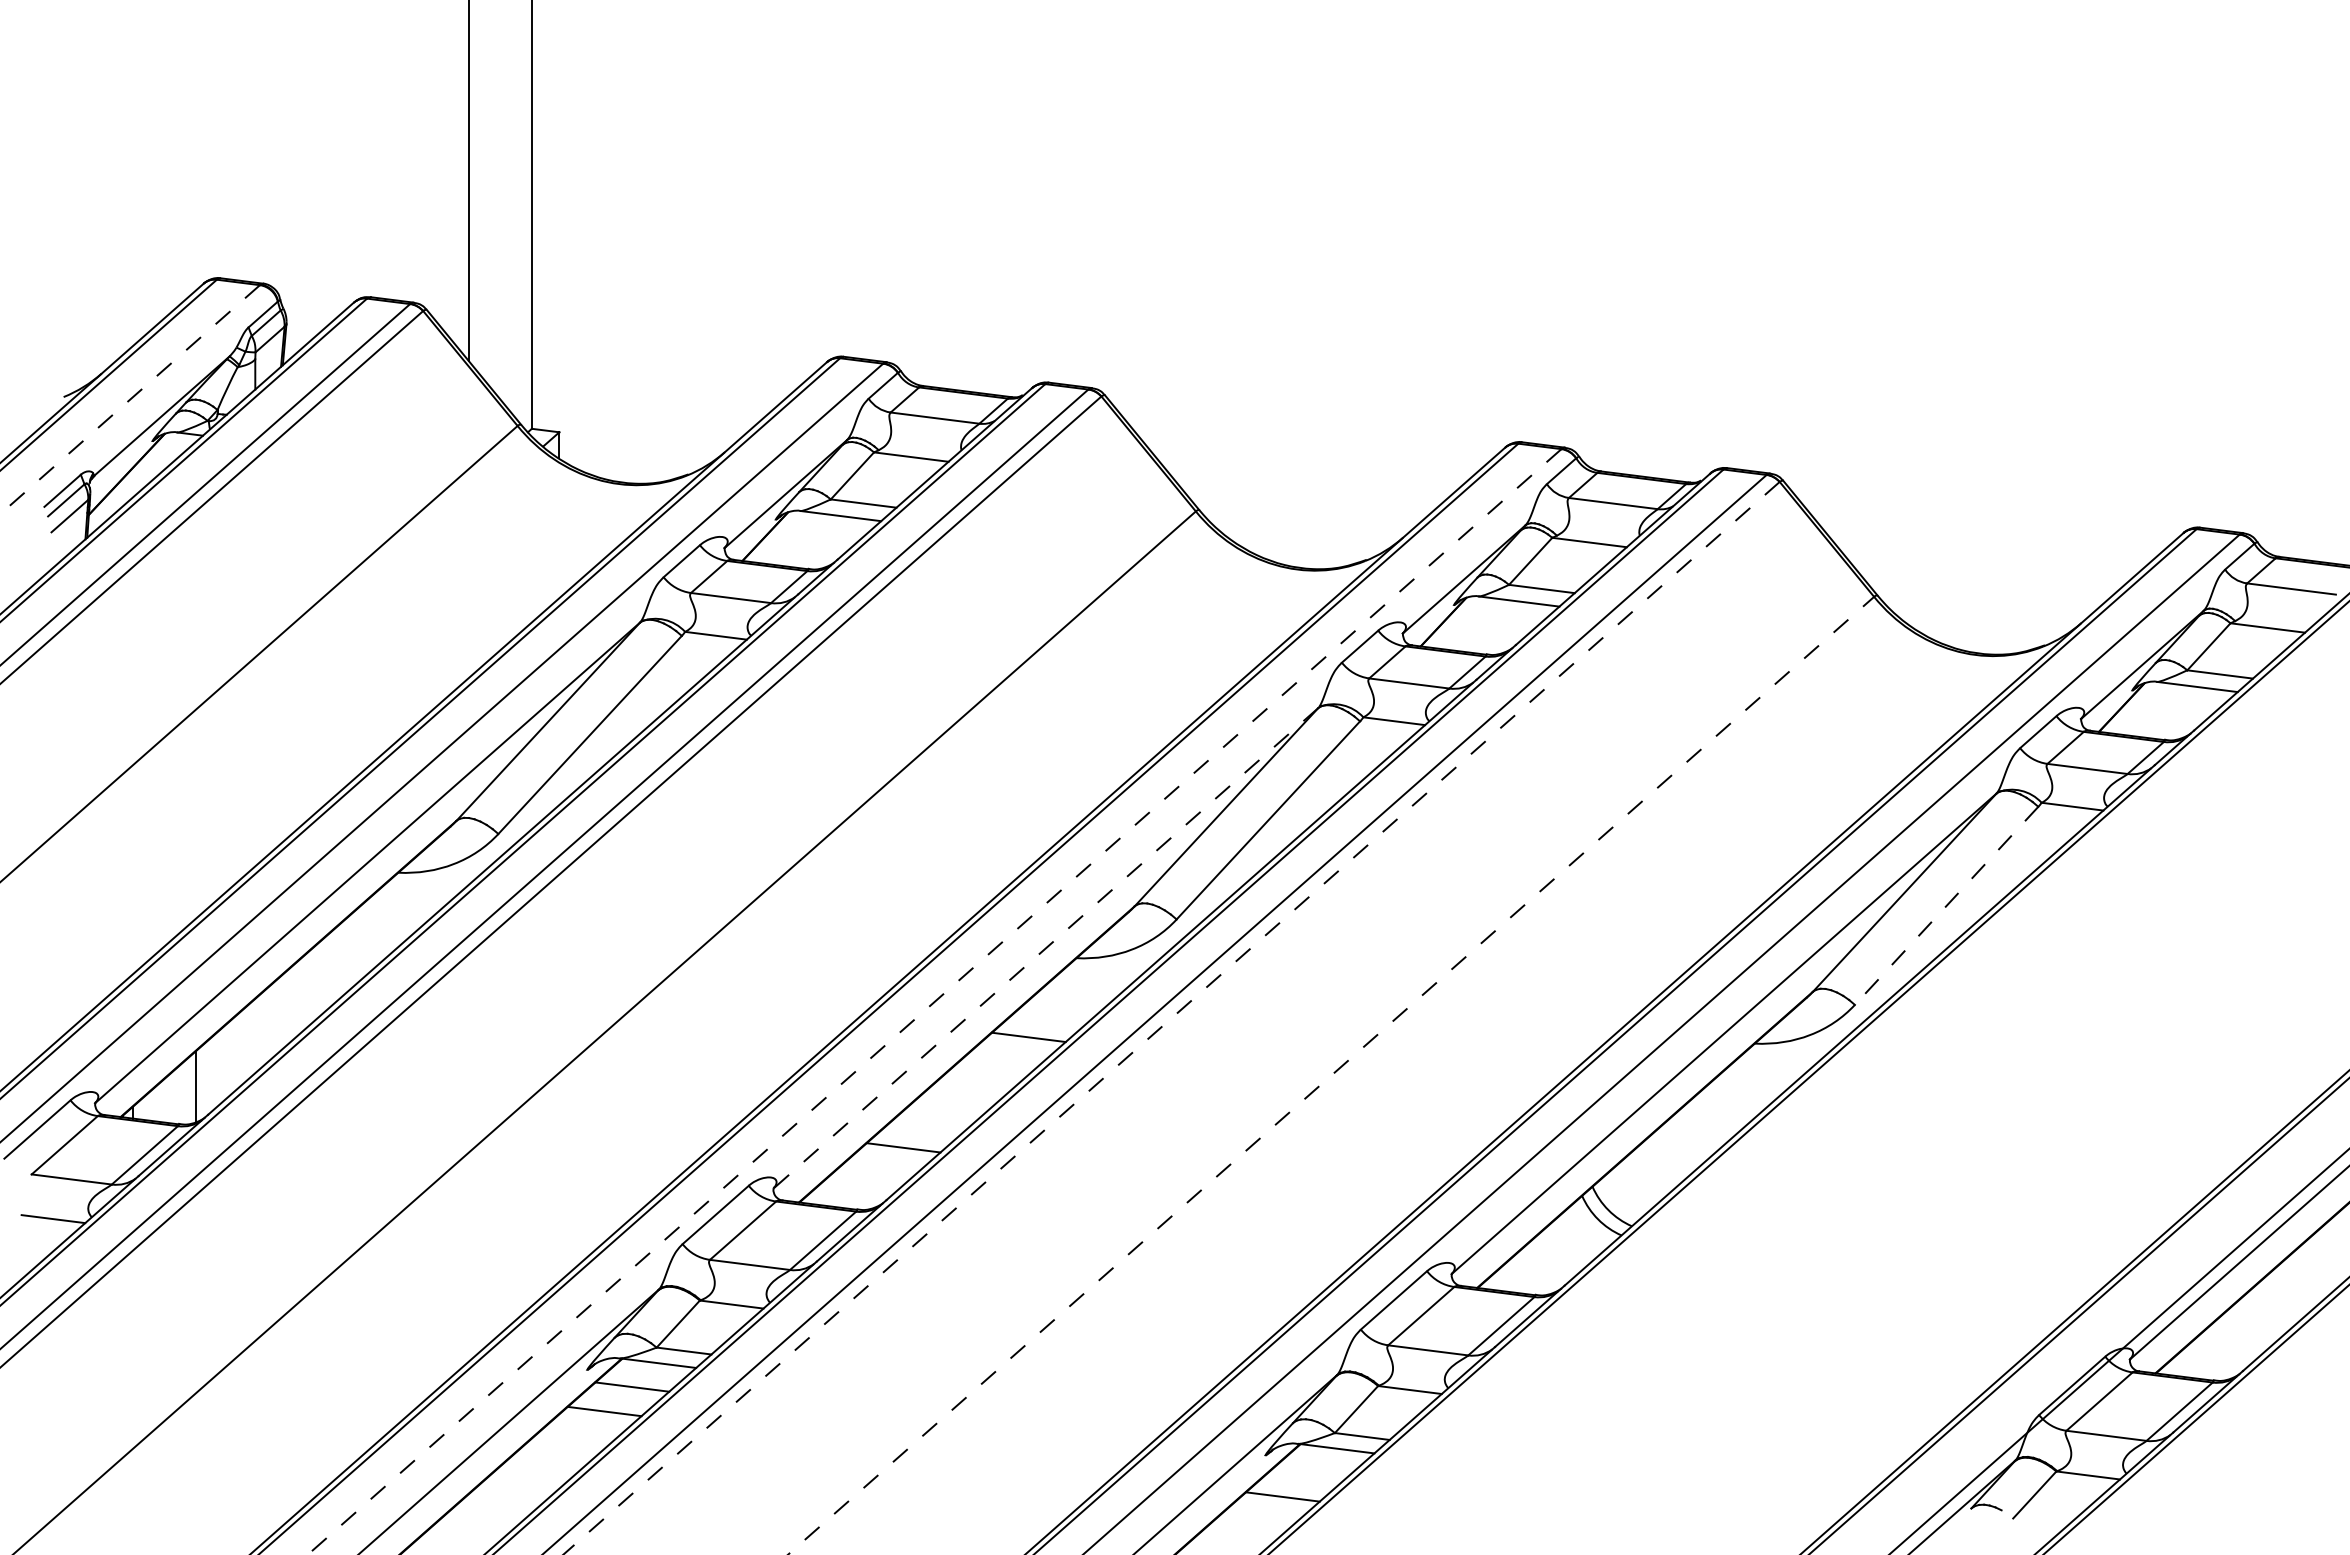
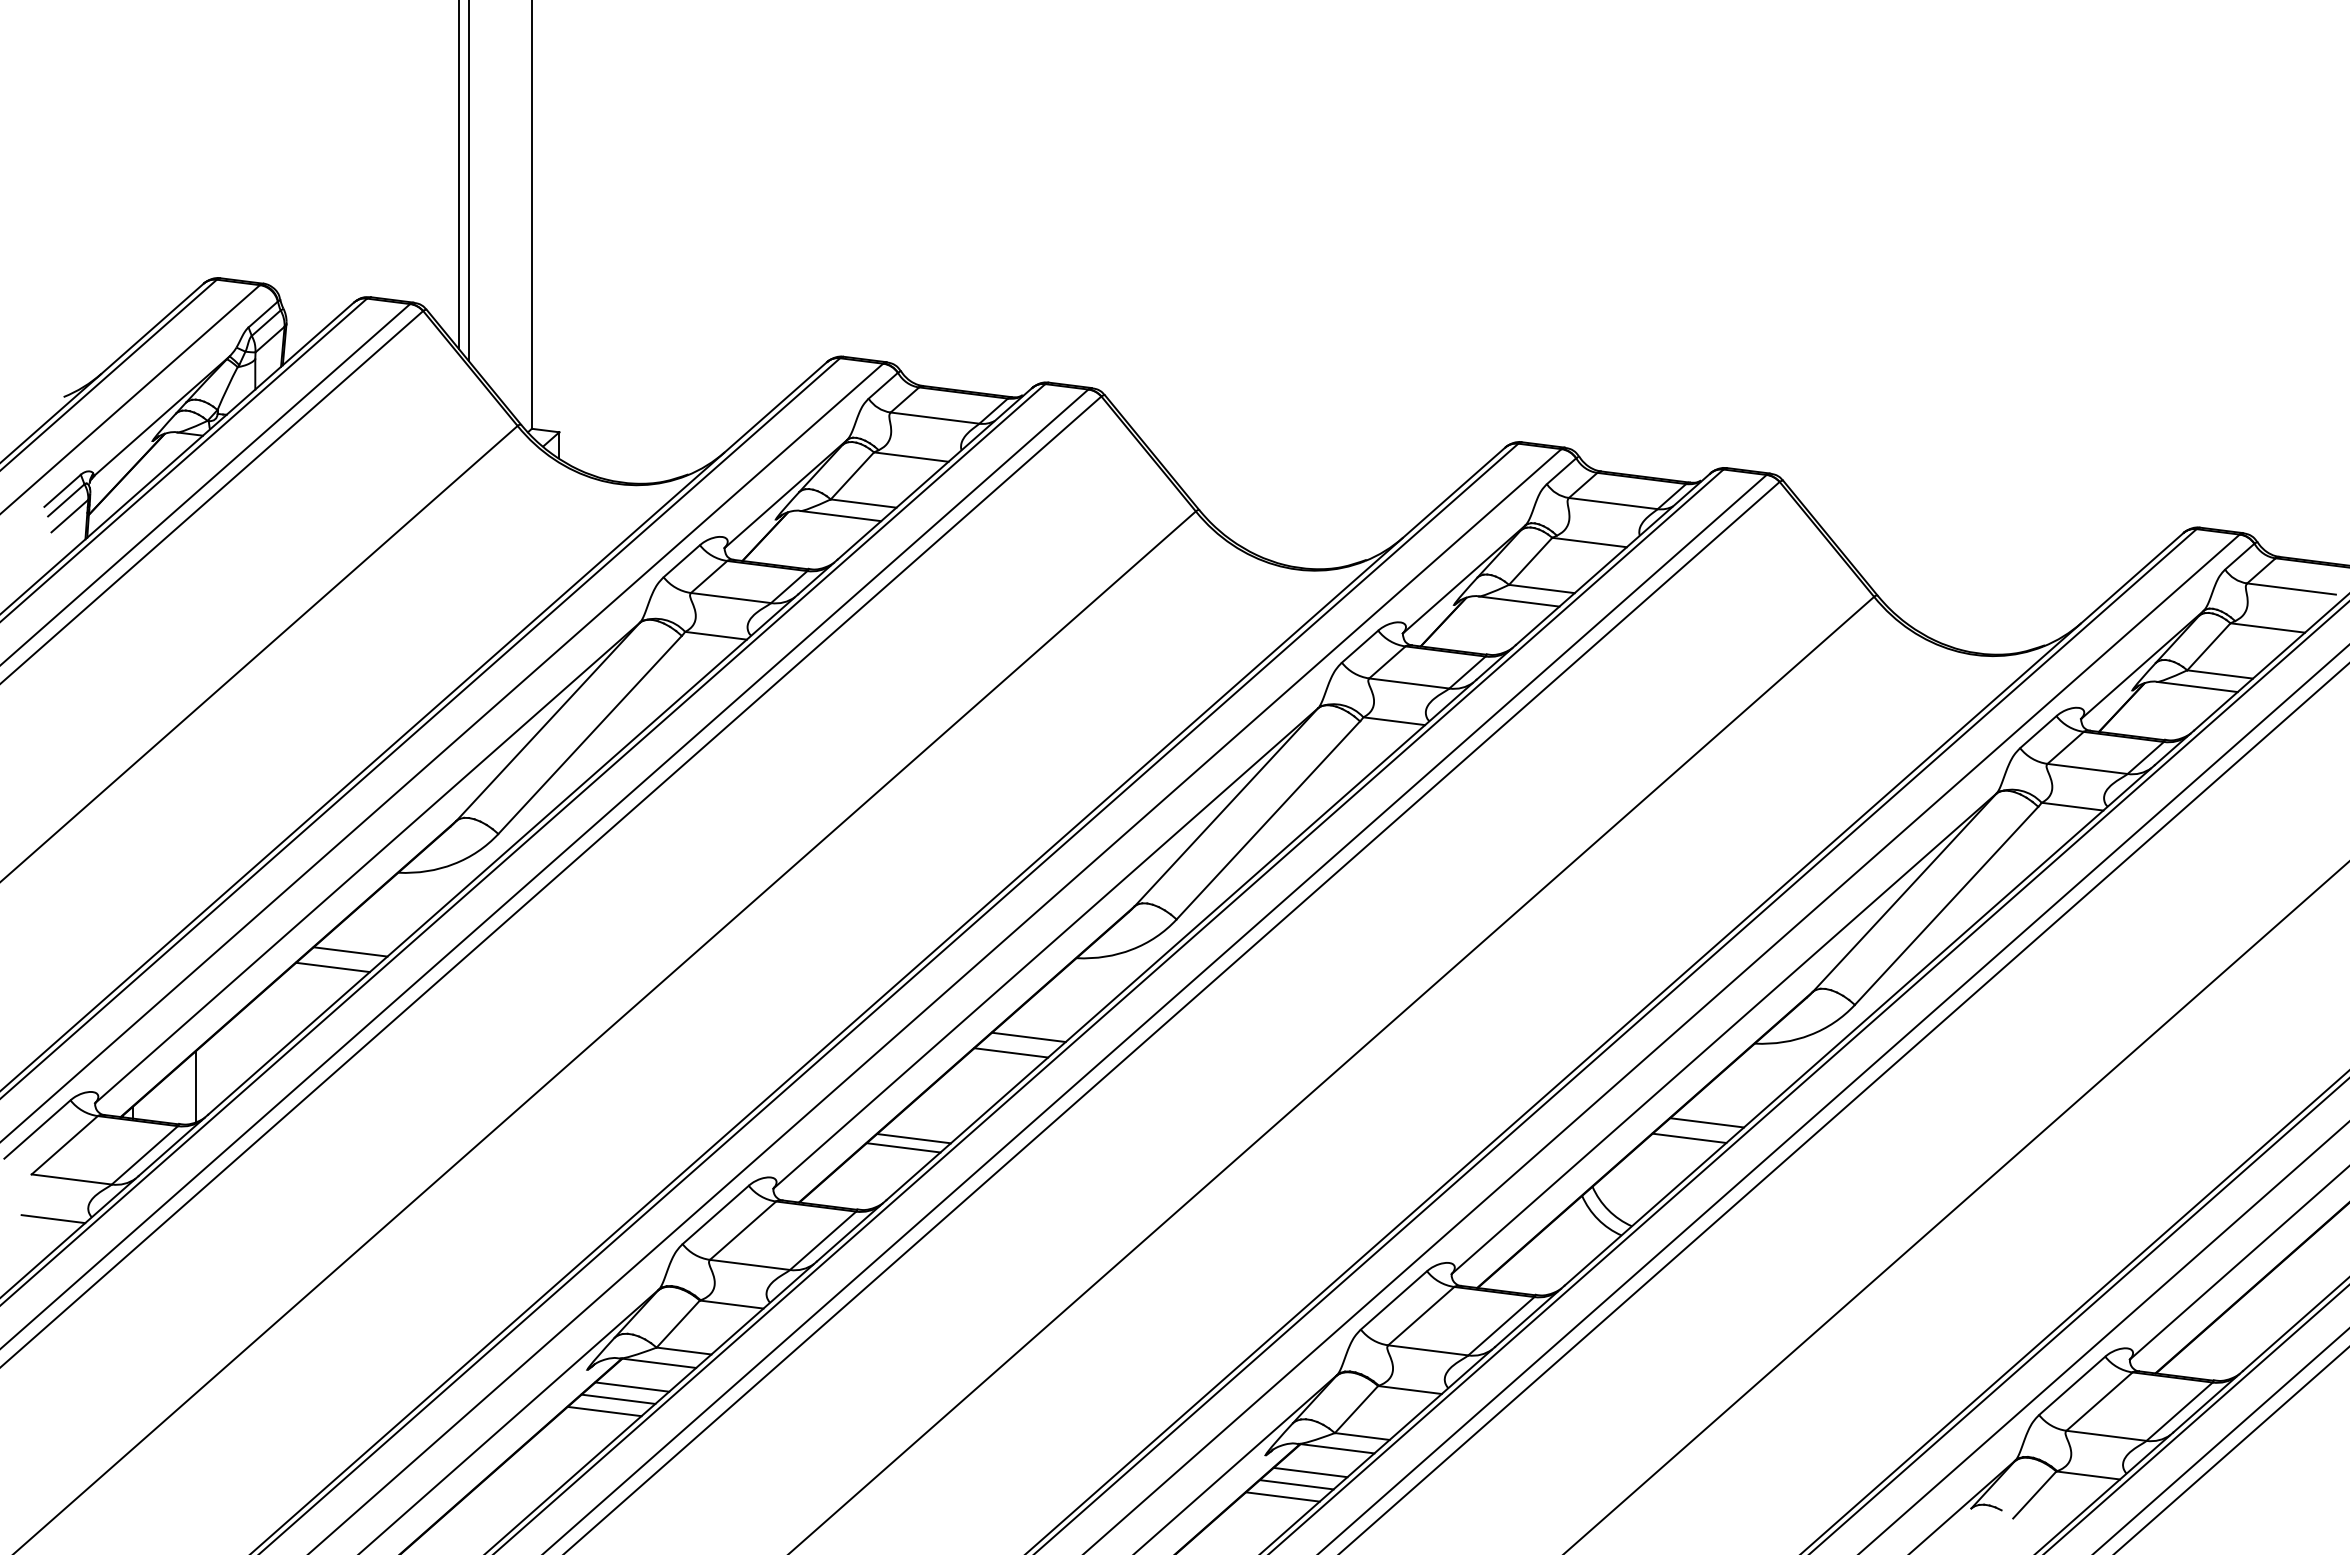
line at (458, 175): none -> present
line at (130, 399): dashed -> solid
line at (1946, 905): dashed -> solid
line at (1045, 948): dashed -> solid
line at (350, 951): none -> present
line at (332, 967): none -> present
line at (934, 1002): dashed -> solid
line at (1171, 1018): dashed -> solid
line at (1011, 1052): none -> present
line at (1331, 1075): dashed -> solid
line at (1833, 1099): none -> present
line at (1843, 1108): none -> present
line at (1707, 1122): none -> present
line at (913, 1138): none -> present
line at (1689, 1138): none -> present
line at (1956, 1207): none -> present
line at (2119, 1351) position: (2119, 1351) -> (2103, 1337)
line at (618, 1398): none -> present
line at (2221, 1440): none -> present
line at (2231, 1450): none -> present
line at (1310, 1472): none -> present
line at (1296, 1484): none -> present
